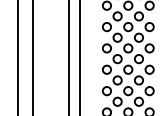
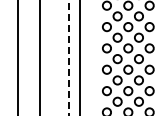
line at (32, 57) position: (32, 57) -> (39, 57)
line at (69, 58): solid -> dashed
